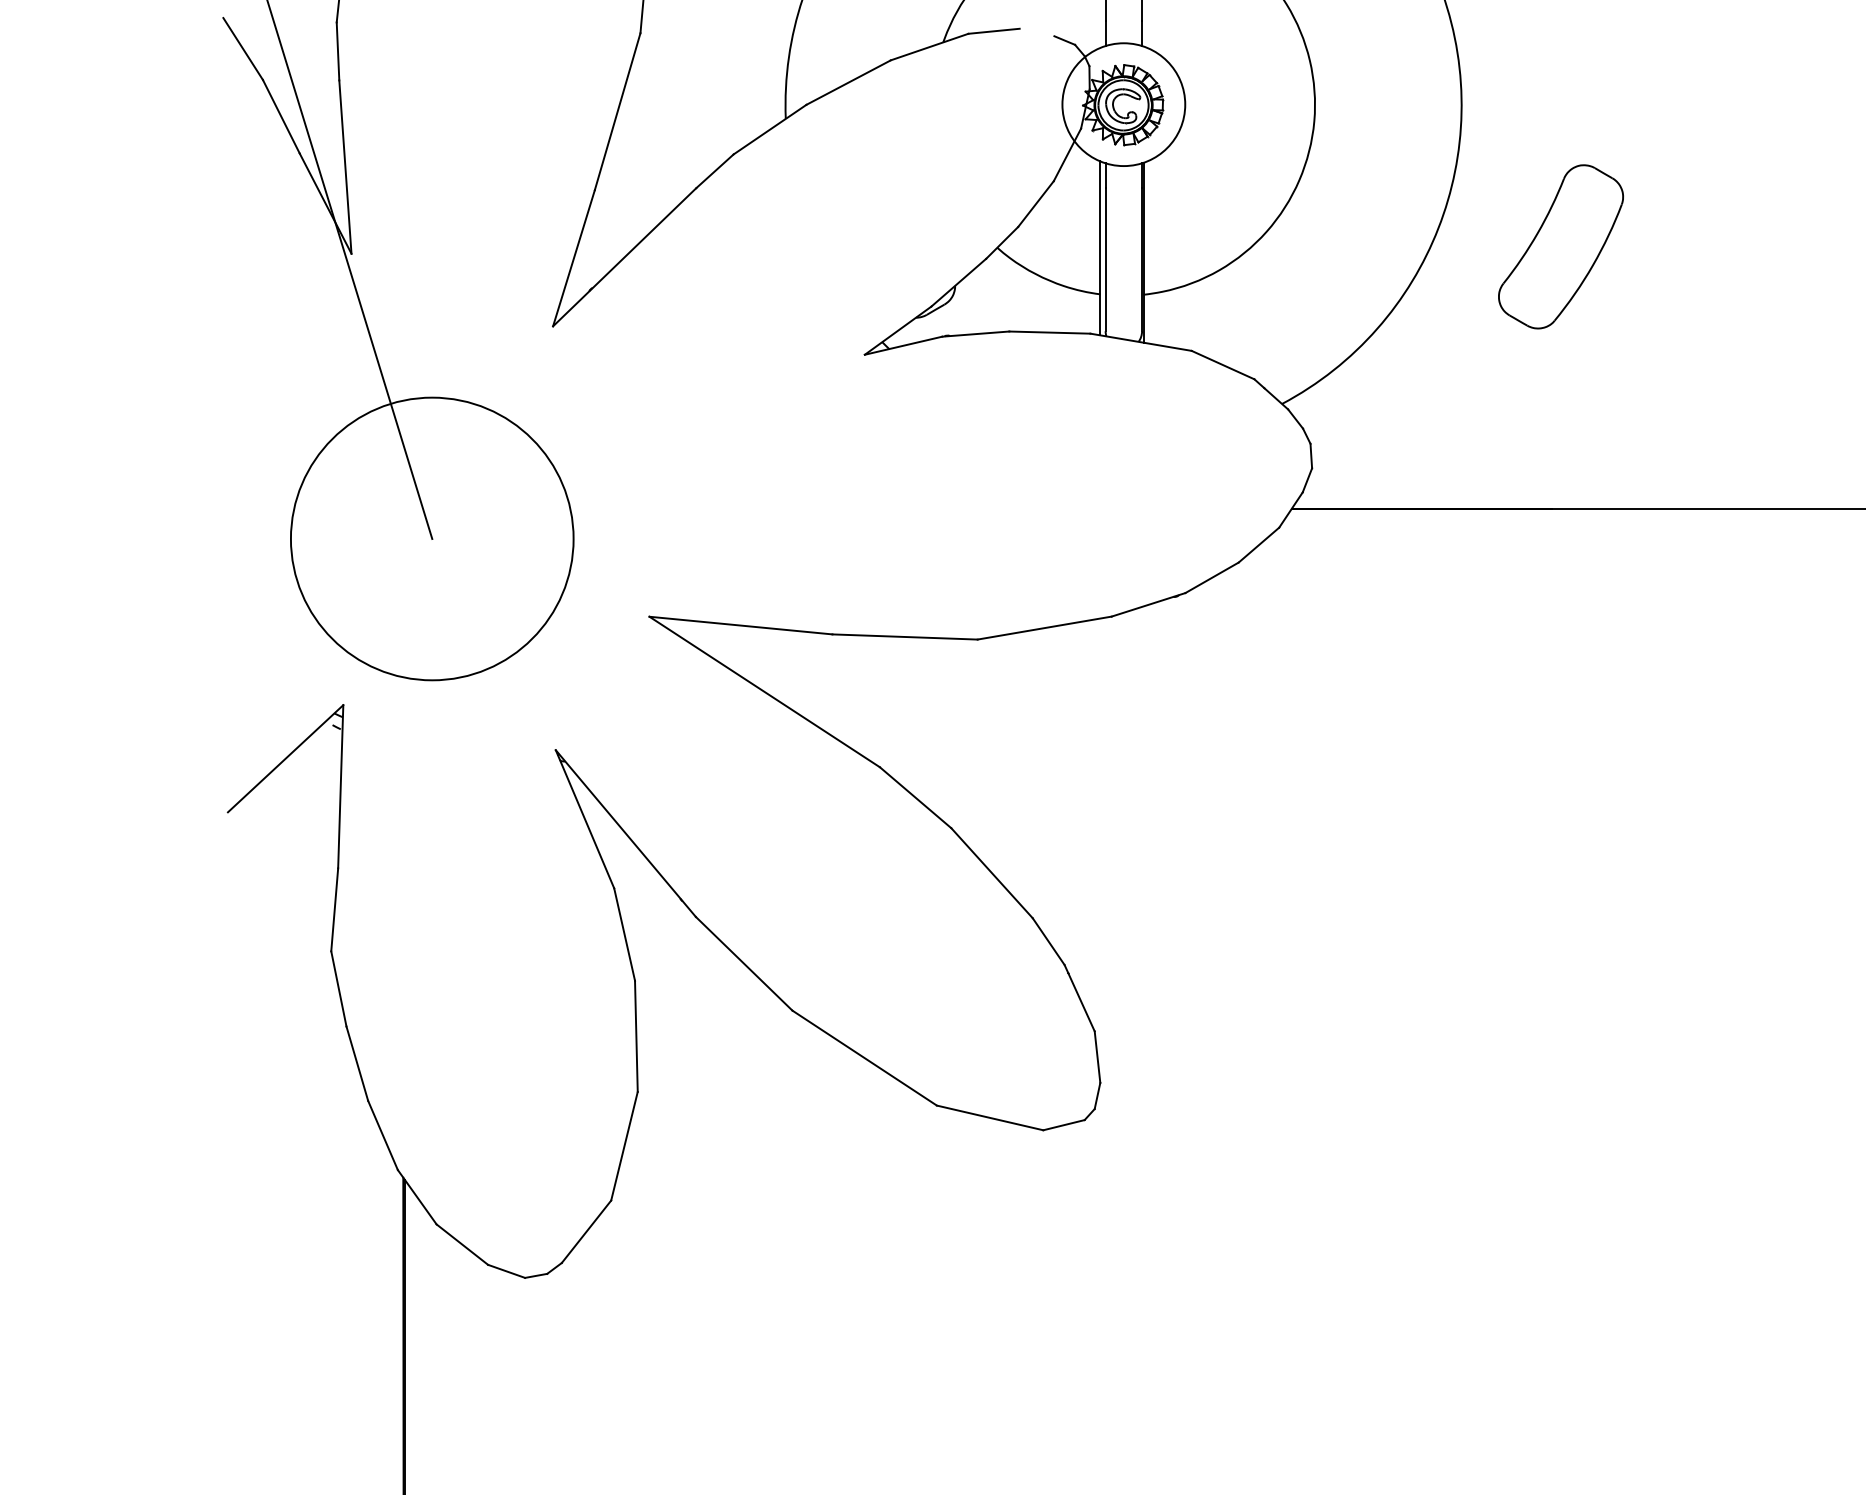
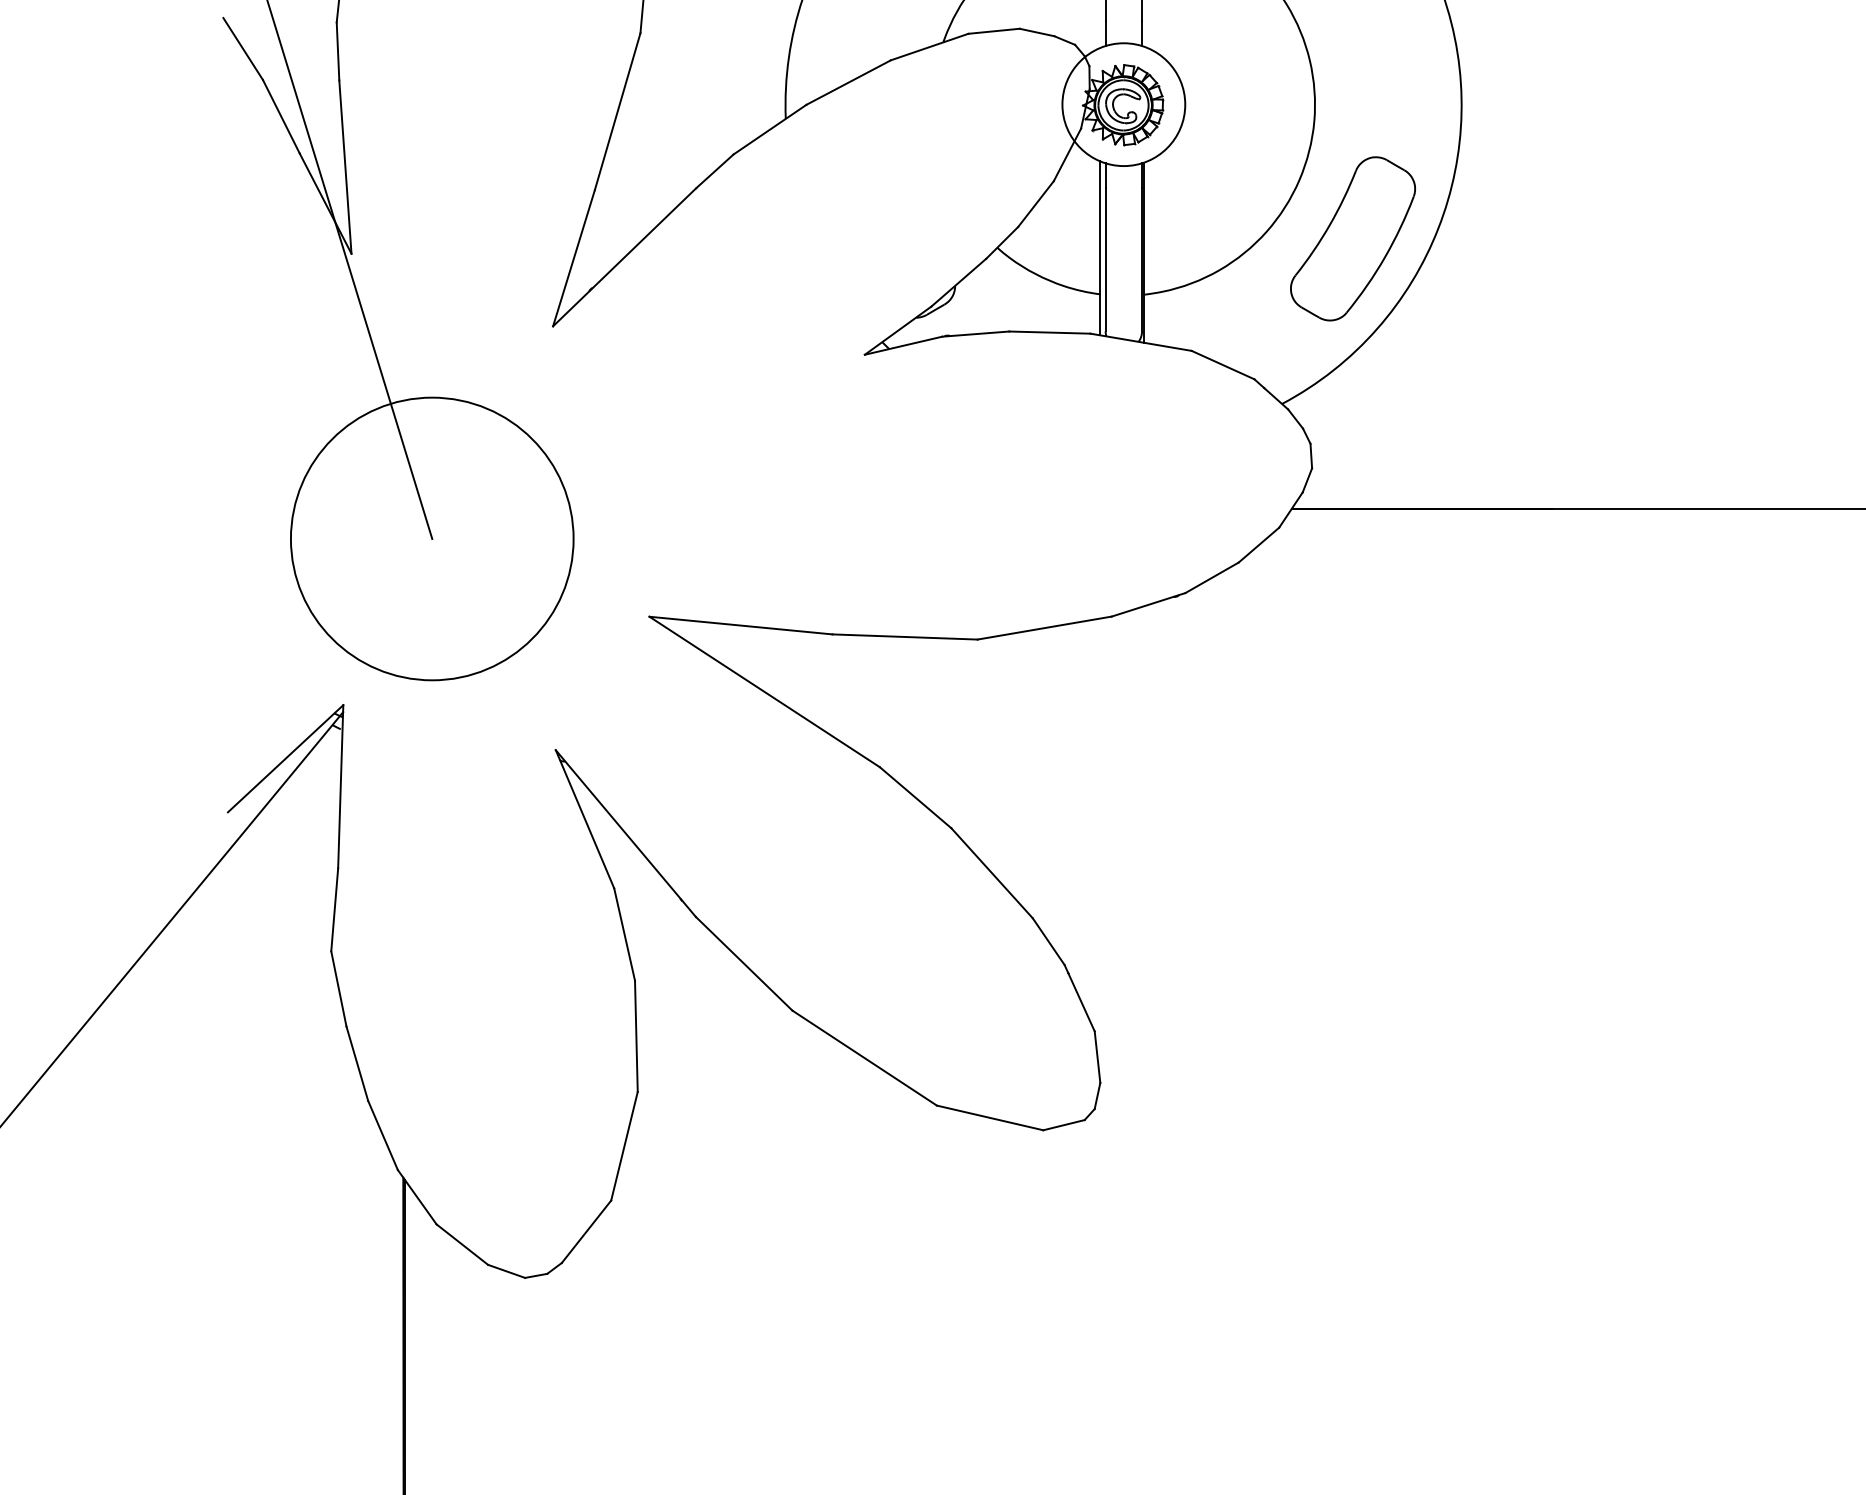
line at (1036, 32): none -> present
part at (1560, 246) position: (1560, 246) -> (1352, 238)
line at (172, 918): none -> present
